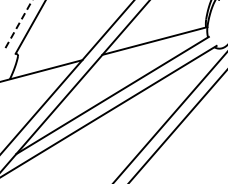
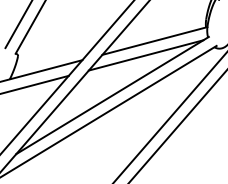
line at (19, 23): dashed -> solid
line at (145, 55): none -> present
line at (35, 84): none -> present
